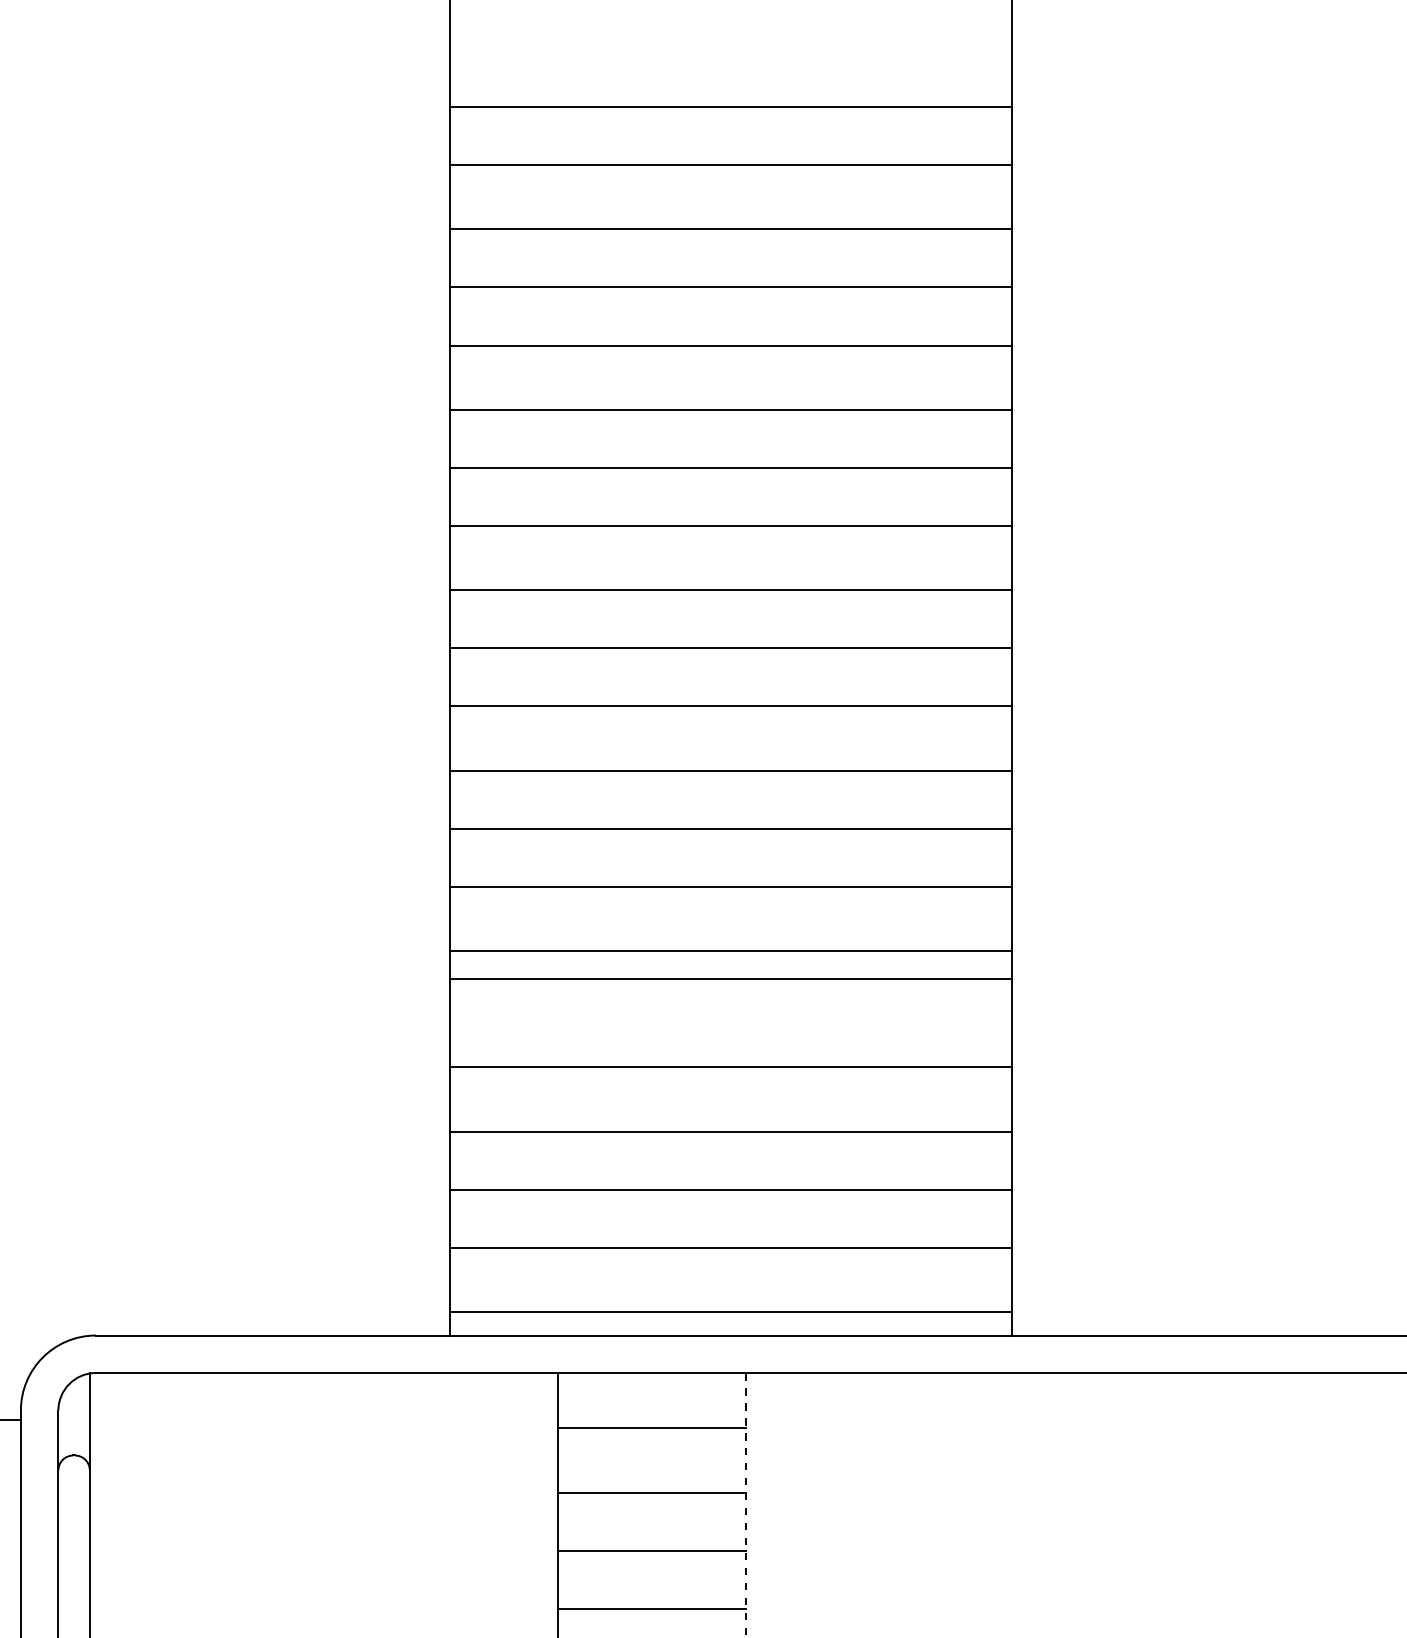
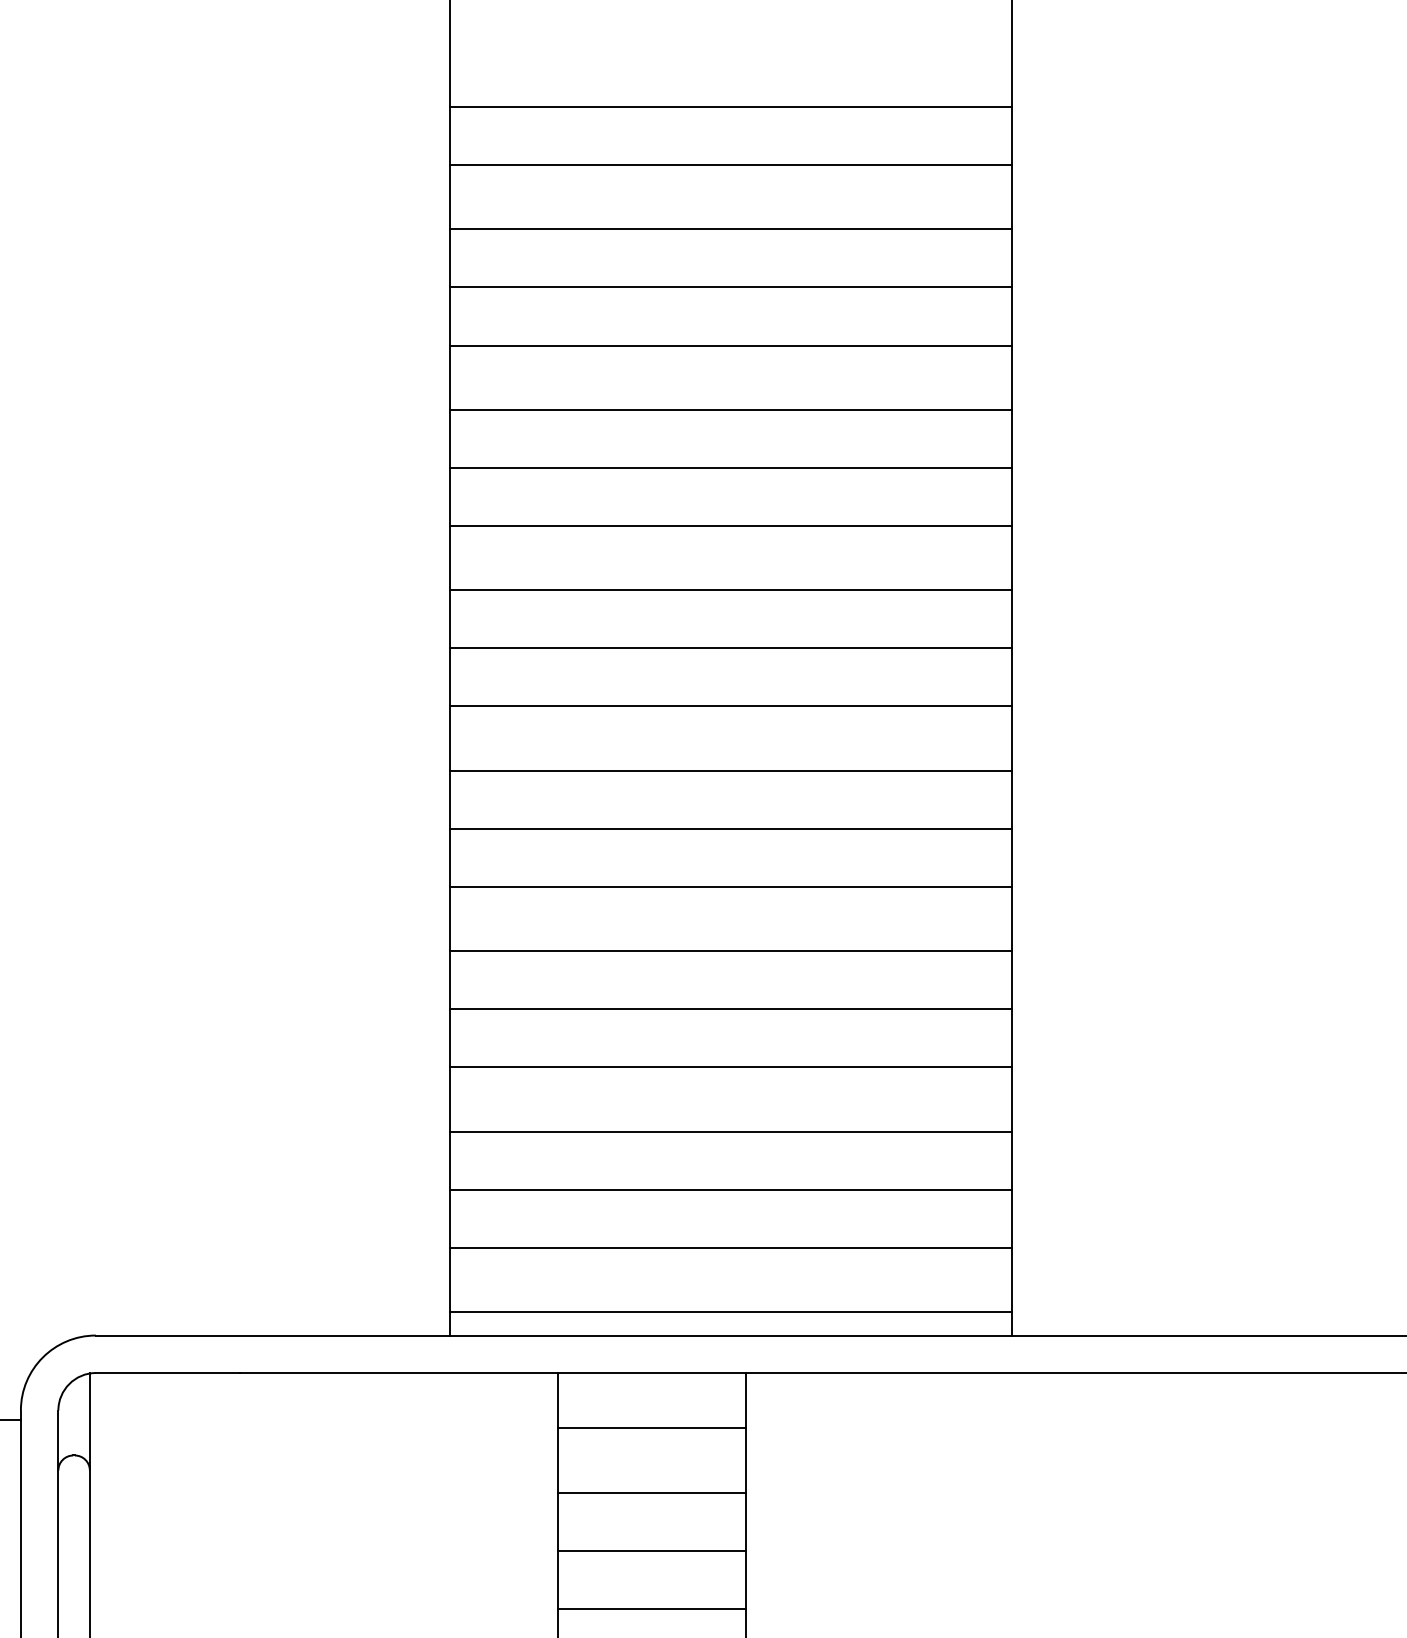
line at (730, 979) position: (730, 979) -> (730, 1009)
line at (745, 1505): dashed -> solid
